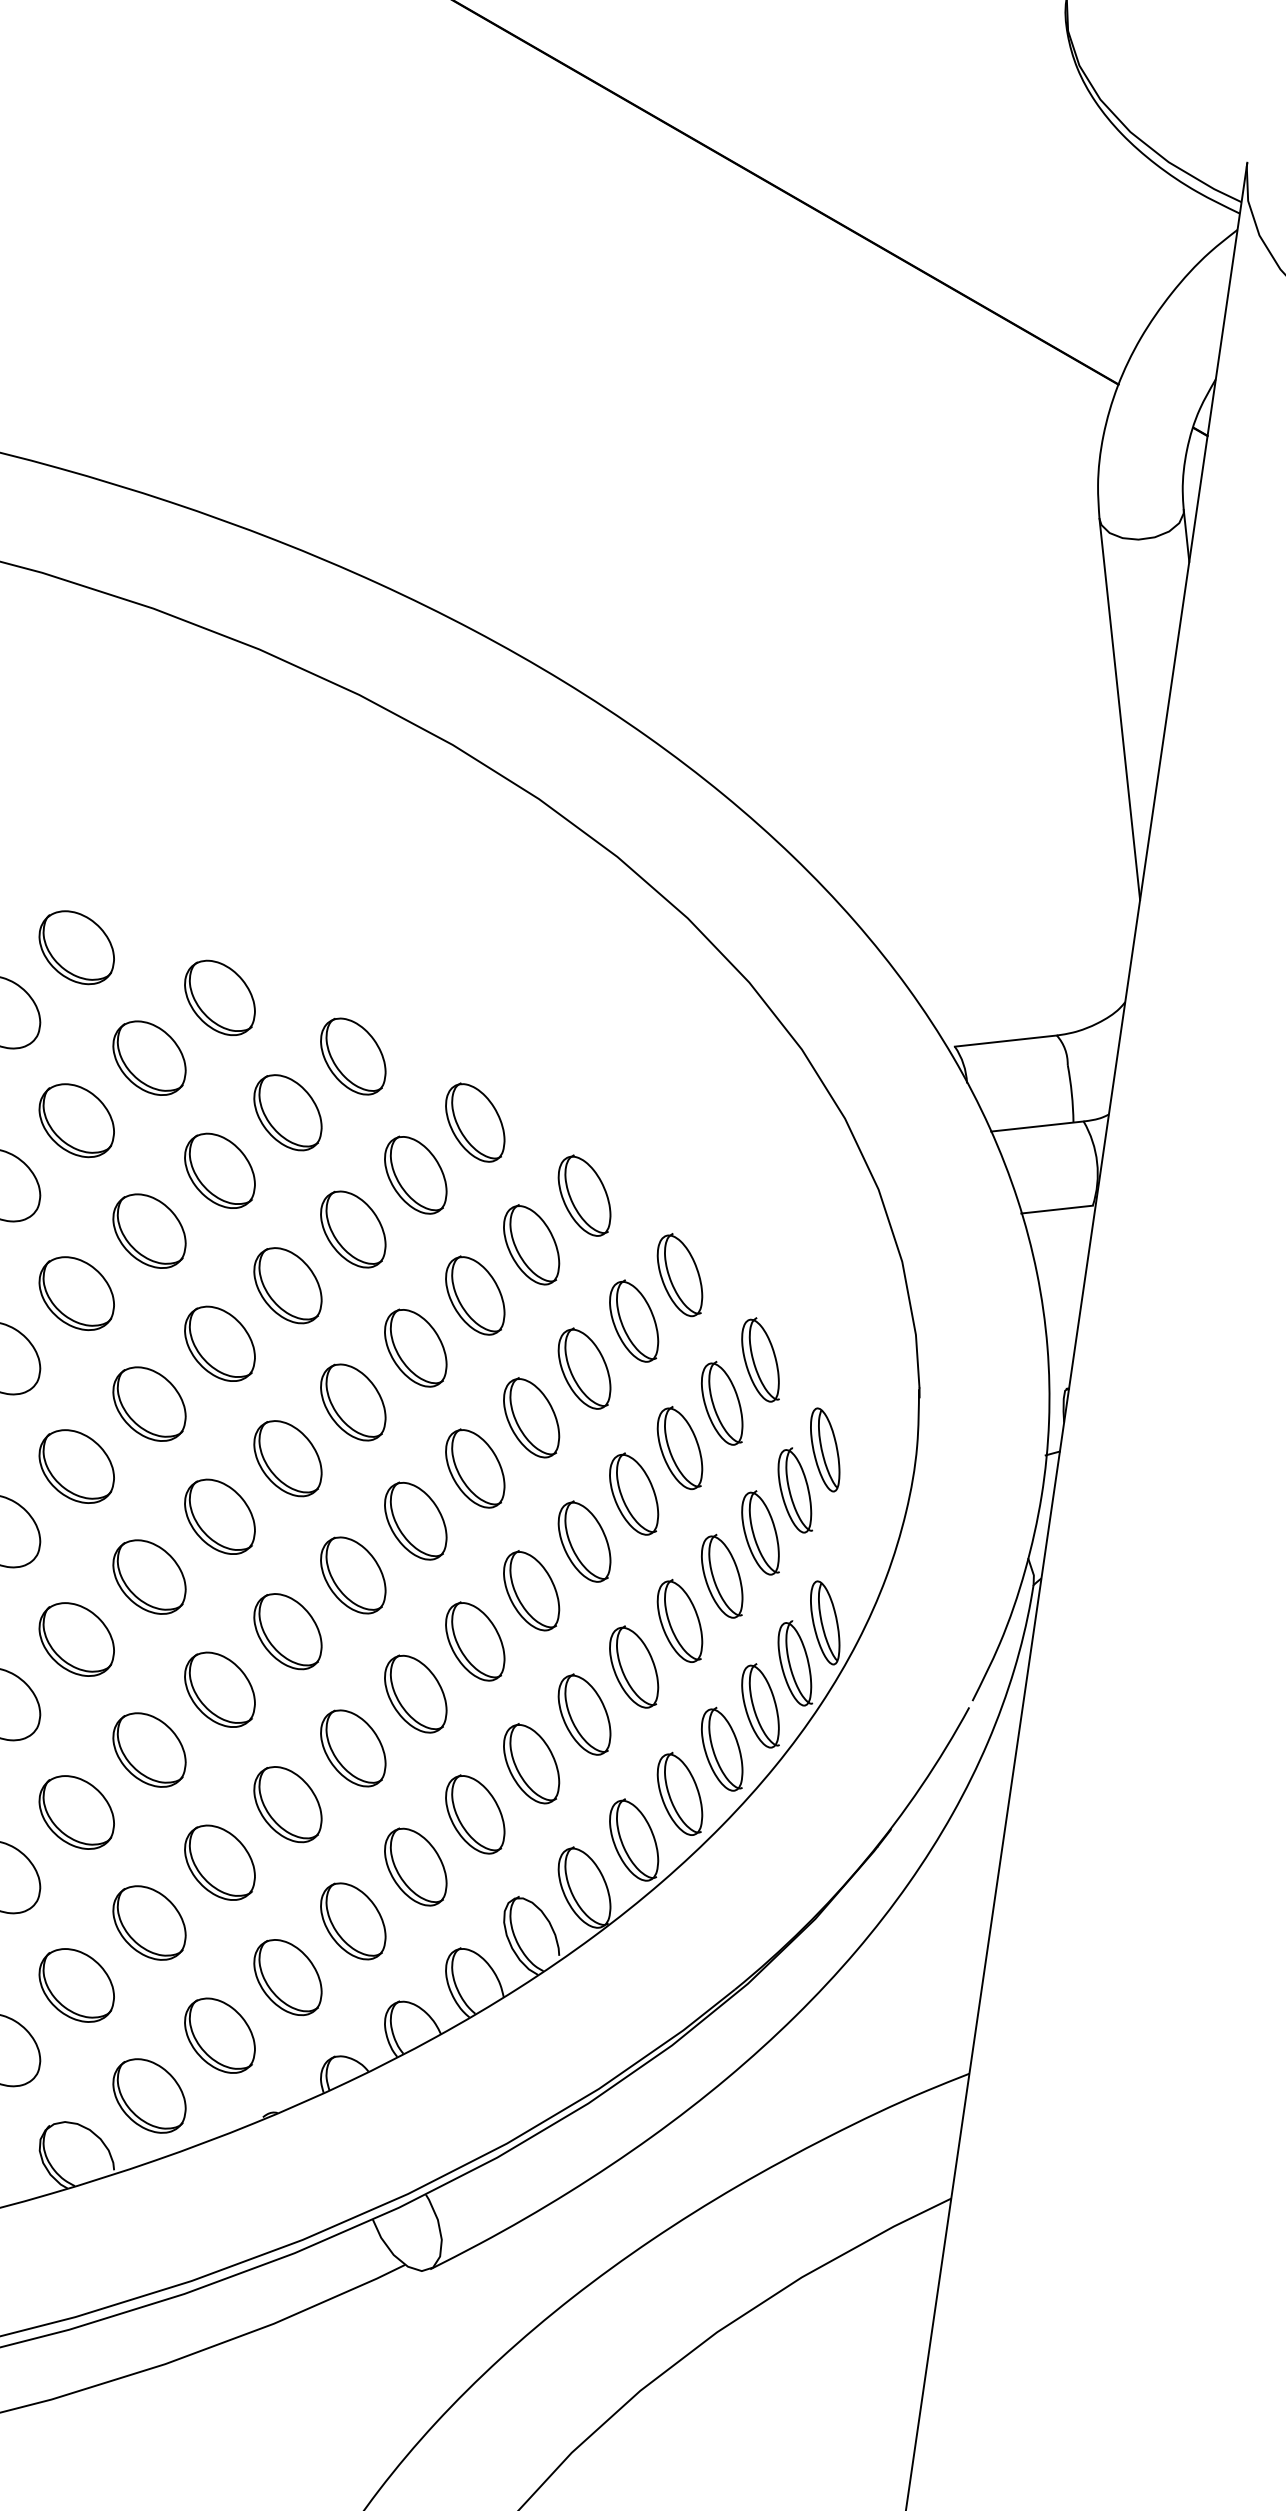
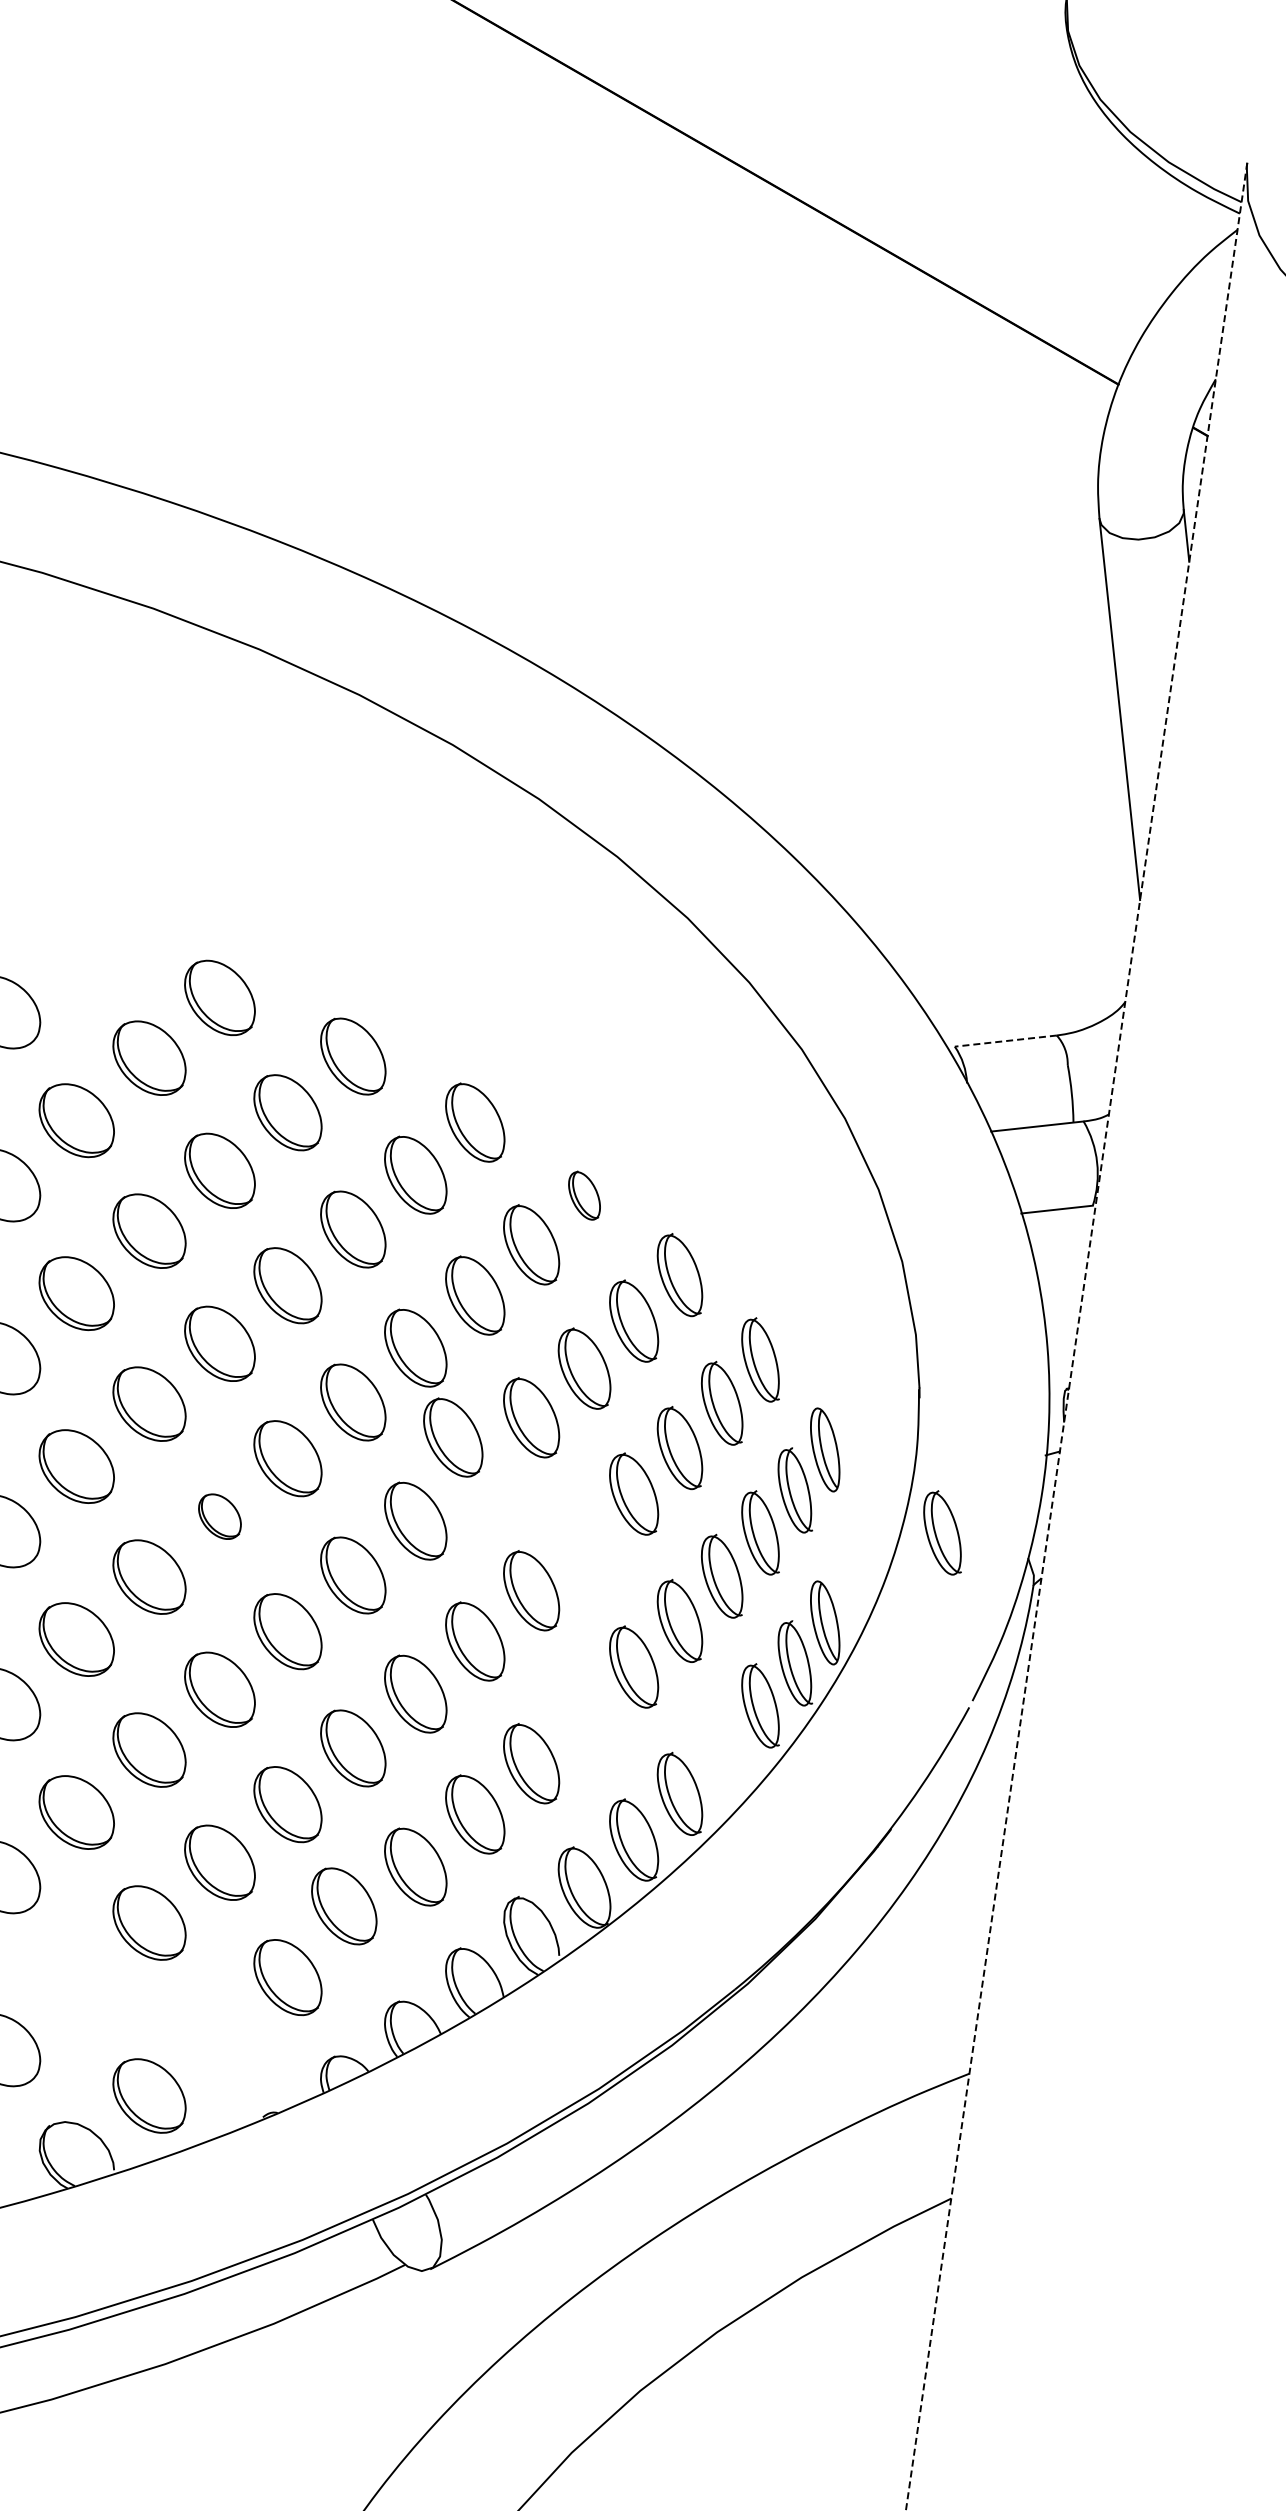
part at (76, 947): present -> none
line at (1005, 1041): solid -> dashed
part at (584, 1195) size: 55x83 px -> 33x51 px
line at (1076, 1337): solid -> dashed
part at (475, 1468) position: (475, 1468) -> (453, 1437)
part at (219, 1516) size: 72x77 px -> 44x47 px
part at (942, 1532): none -> present
part at (584, 1541): present -> none
part at (584, 1714): present -> none
part at (722, 1748): present -> none
part at (353, 1921) position: (353, 1921) -> (344, 1906)
part at (76, 1985): present -> none
part at (219, 2035): present -> none
